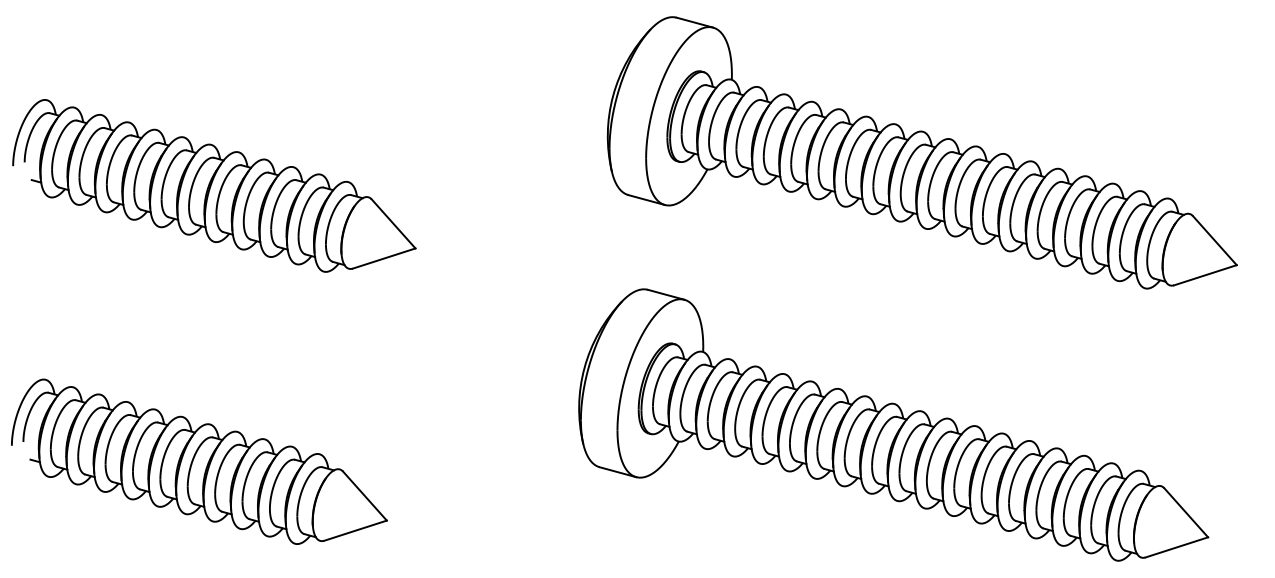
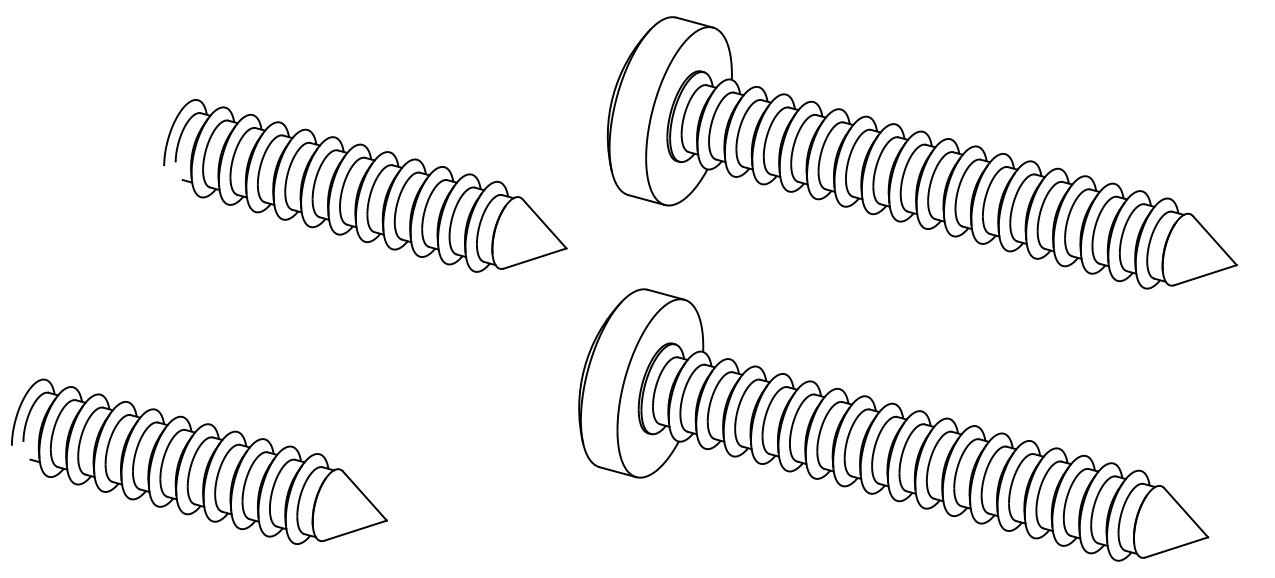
part at (214, 185) position: (214, 185) -> (365, 185)
